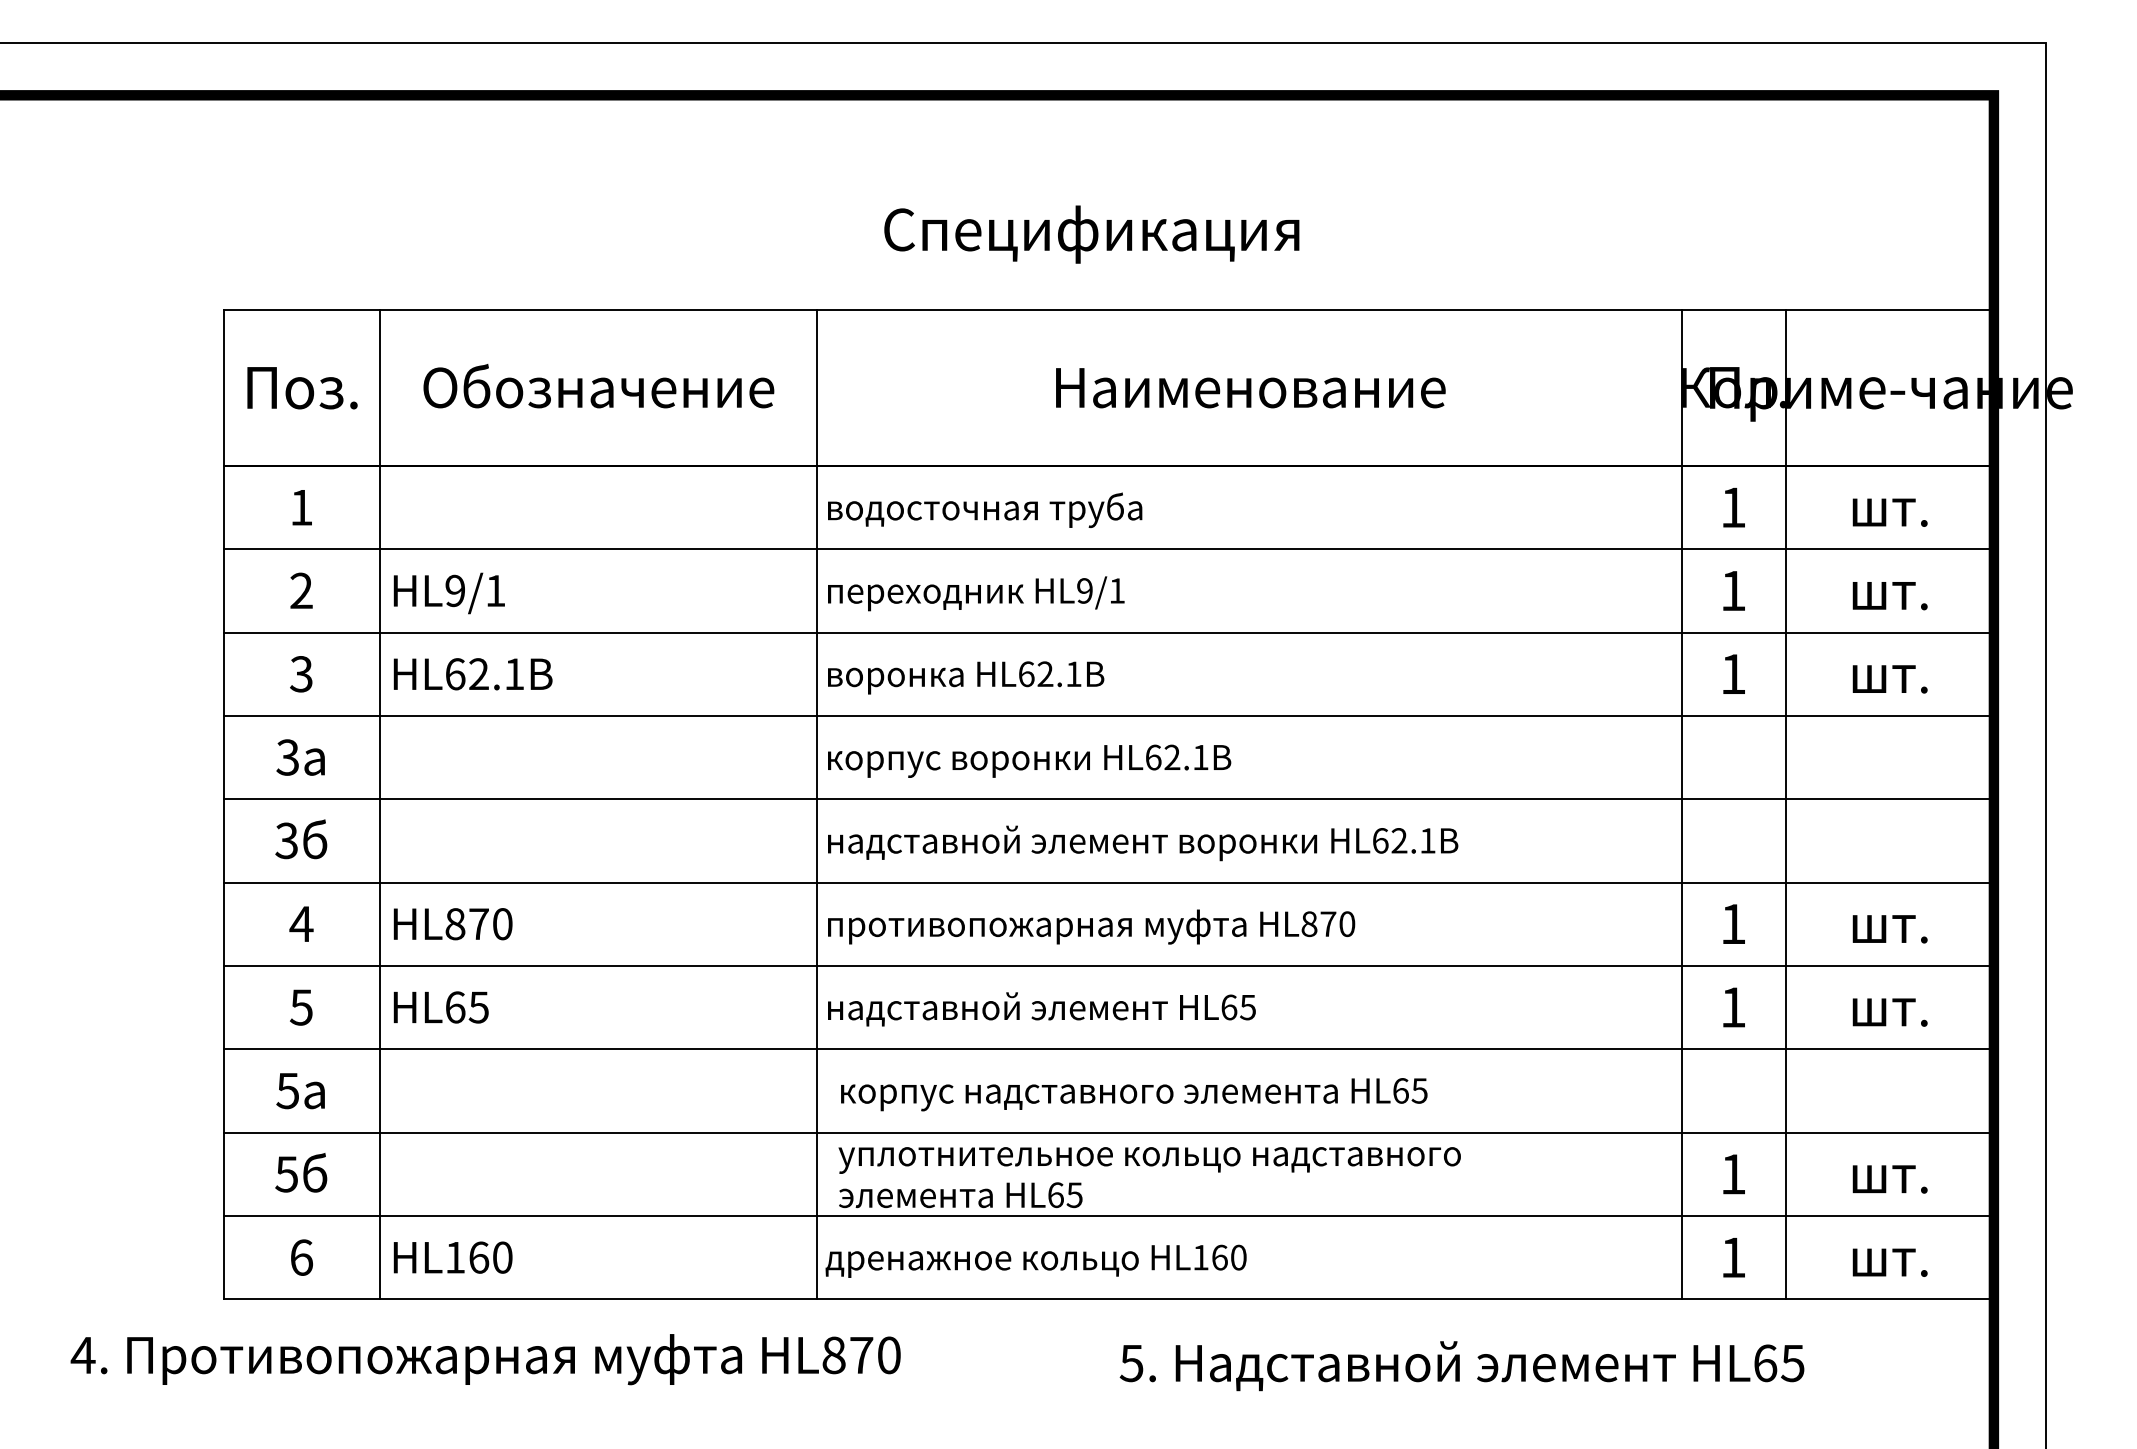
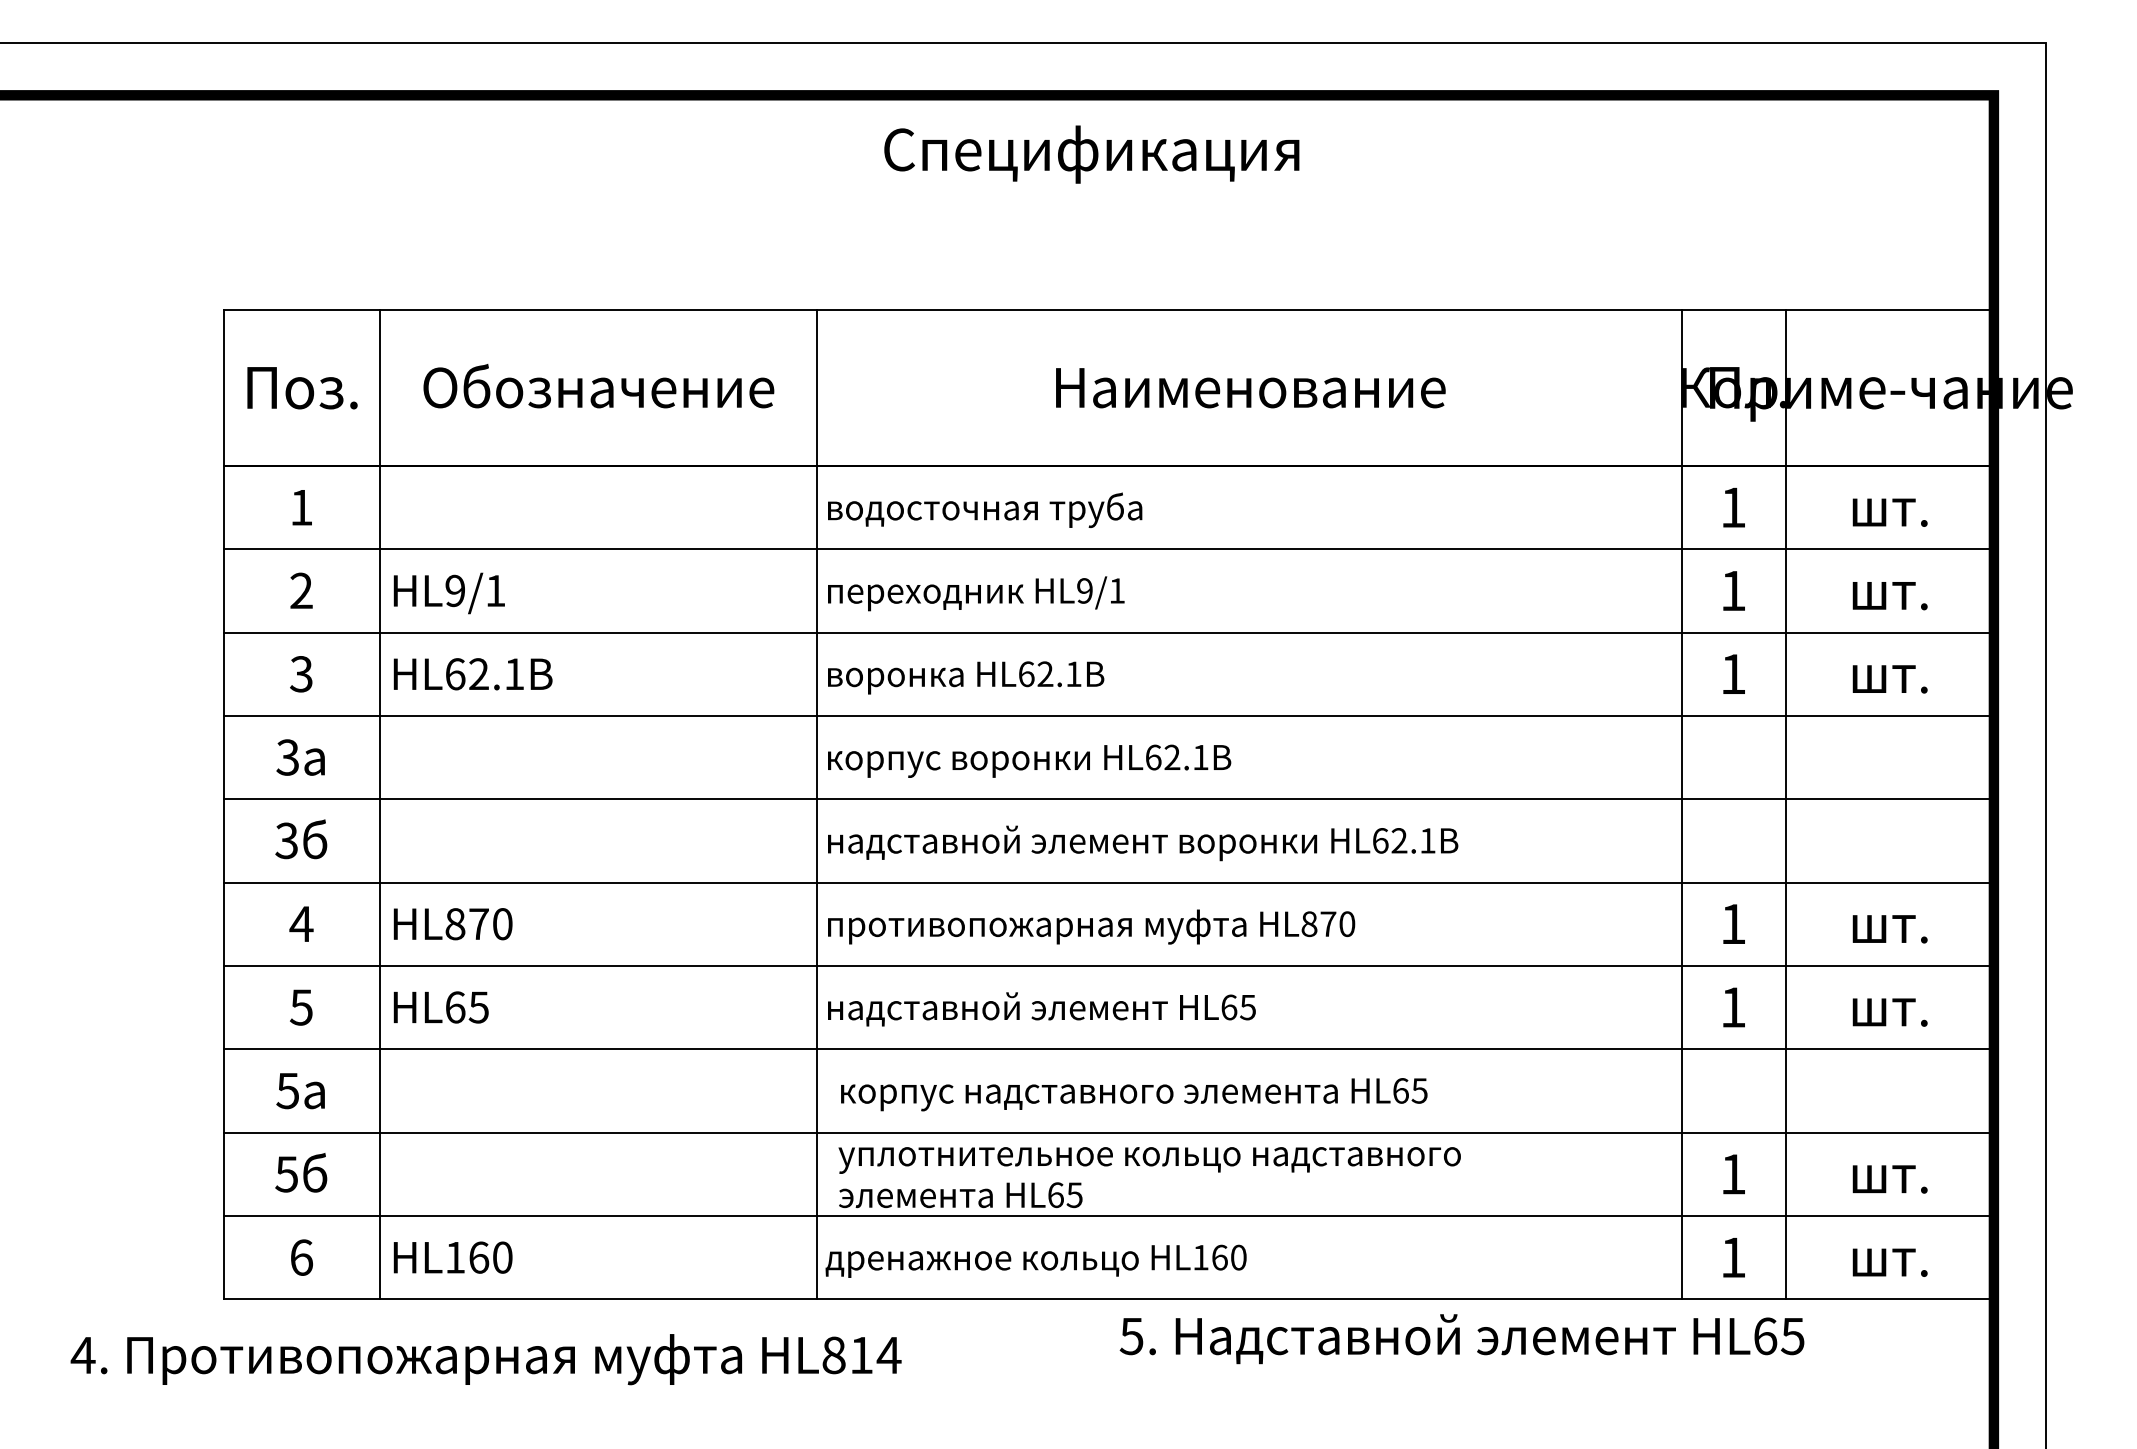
text at (1091, 234) position: (1091, 234) -> (1091, 154)
text at (875, 1355): HL870 -> HL814
text at (1461, 1366) position: (1461, 1366) -> (1461, 1339)
